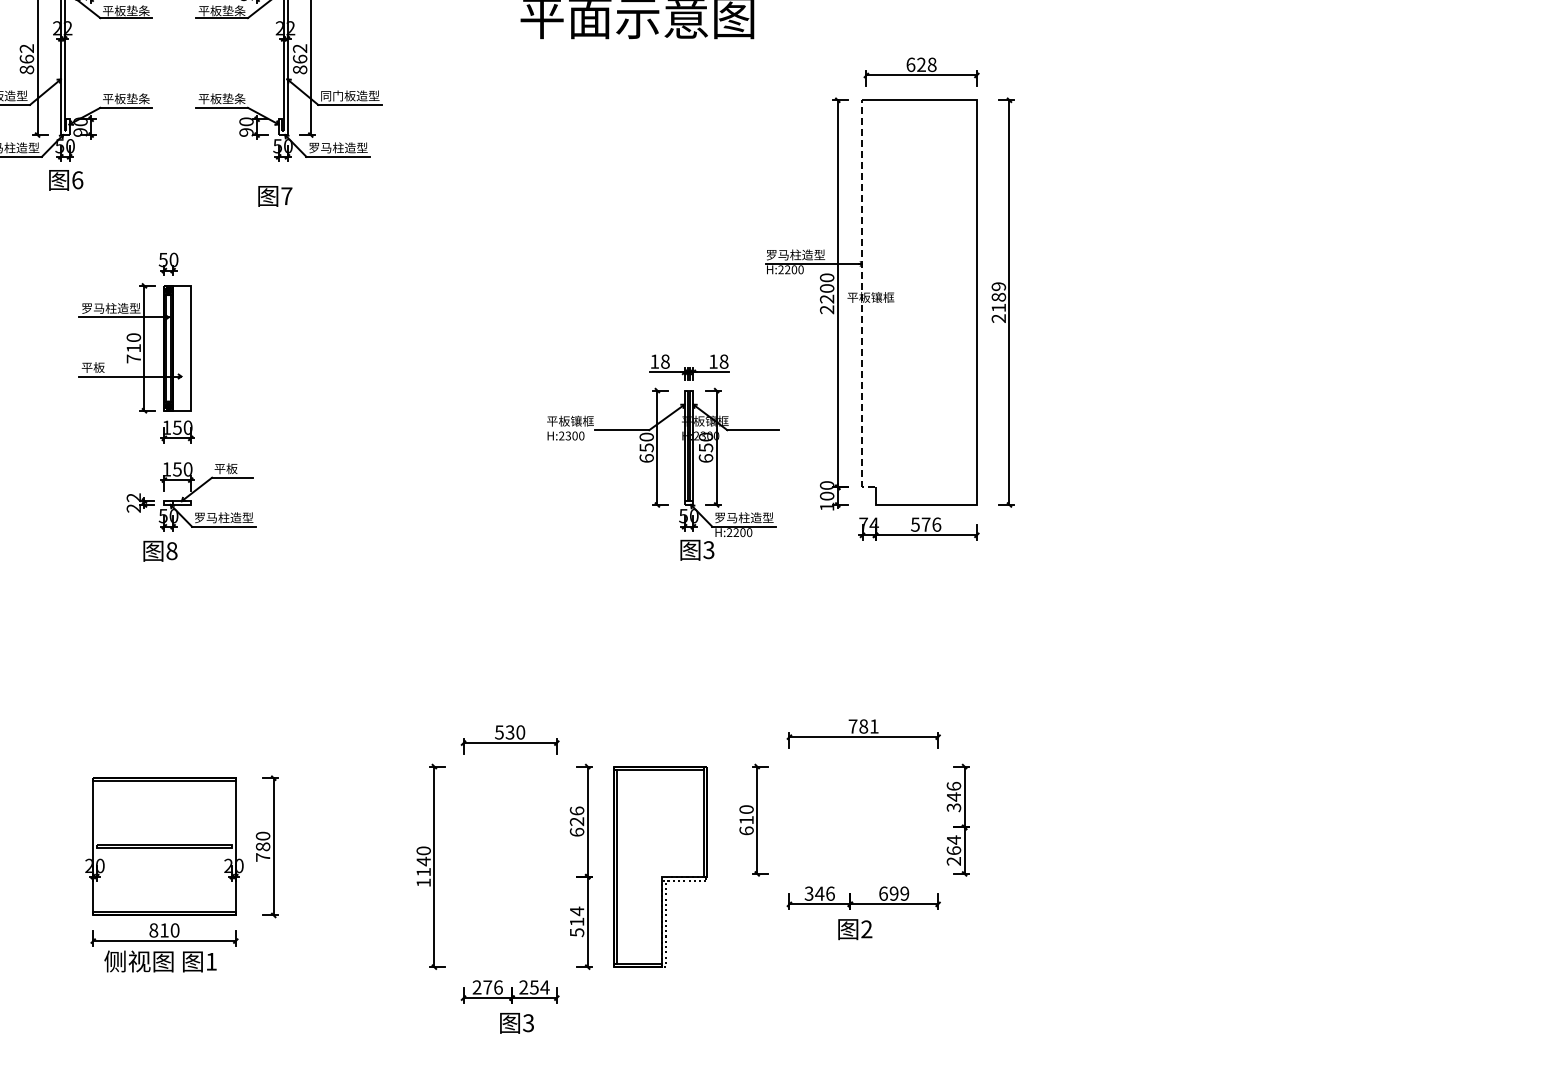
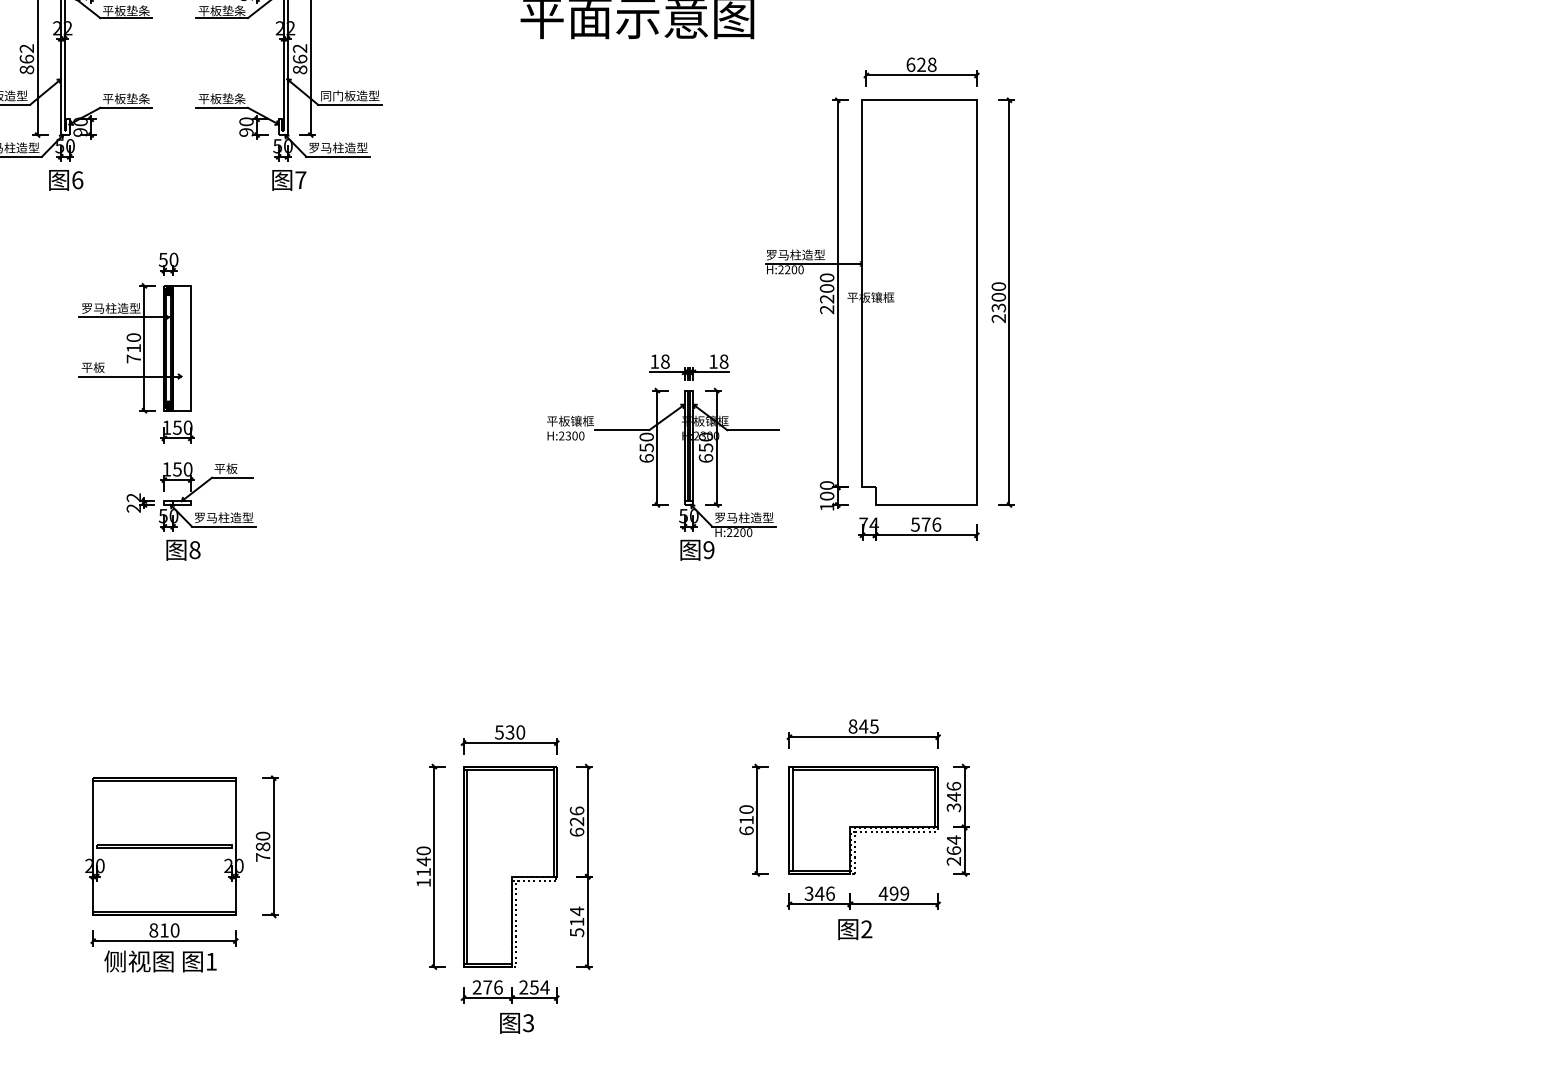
text at (275, 196) position: (275, 196) -> (289, 180)
text at (998, 297): 2189 -> 2300
line at (862, 298): dashed -> solid
text at (160, 550) position: (160, 550) -> (183, 549)
text at (708, 550): 3 -> 9
text at (863, 726): 781 -> 845
part at (863, 820): none -> present
part at (660, 866) position: (660, 866) -> (510, 866)
text at (883, 893): 699 -> 499
